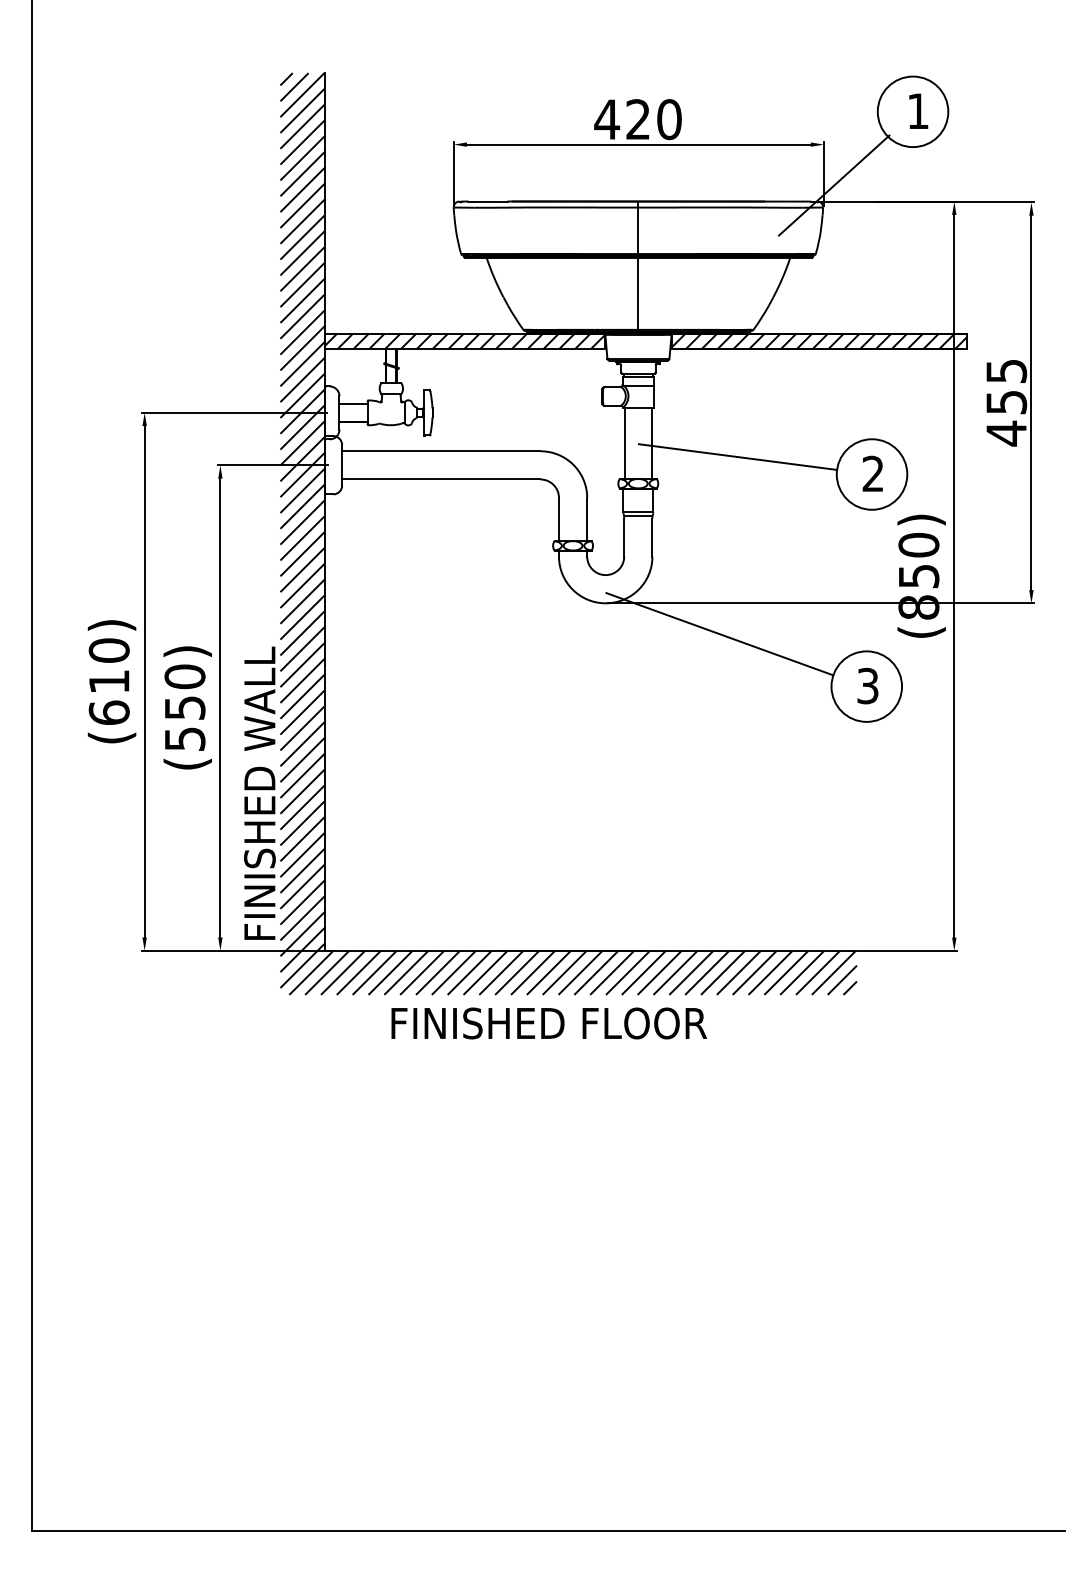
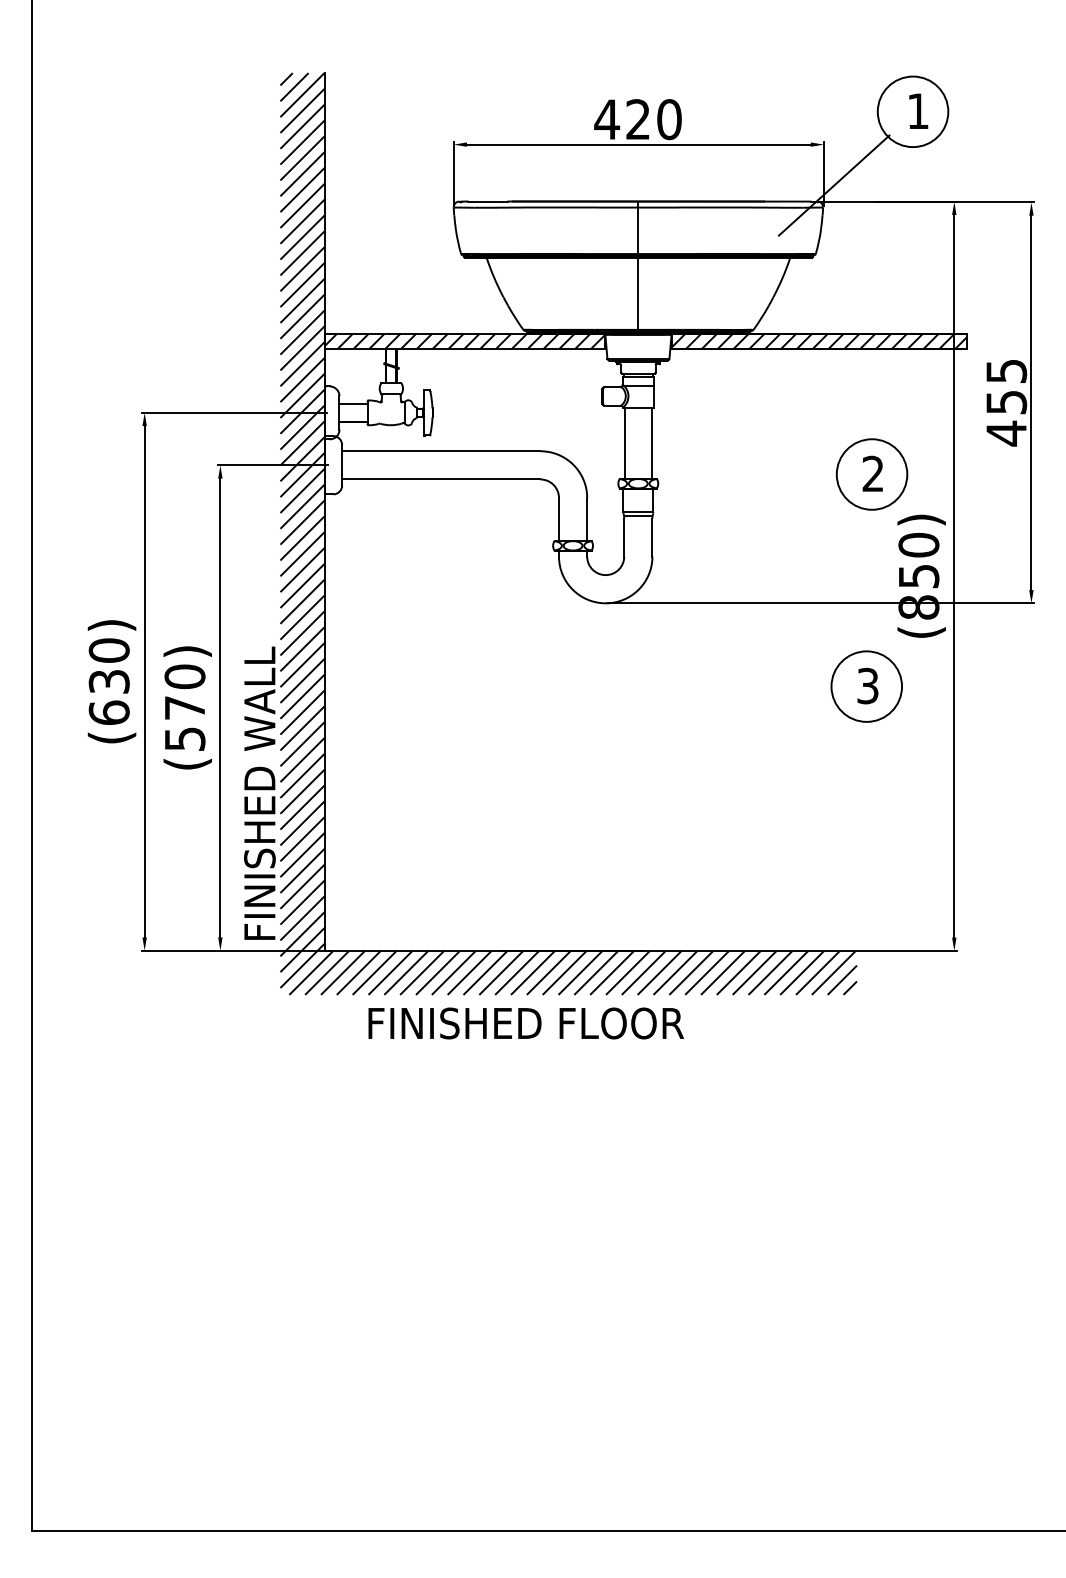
line at (737, 456): present -> none
line at (719, 634): present -> none
text at (108, 681): (610) -> (630)
text at (185, 707): (550) -> (570)
text at (549, 1023) position: (549, 1023) -> (526, 1023)
